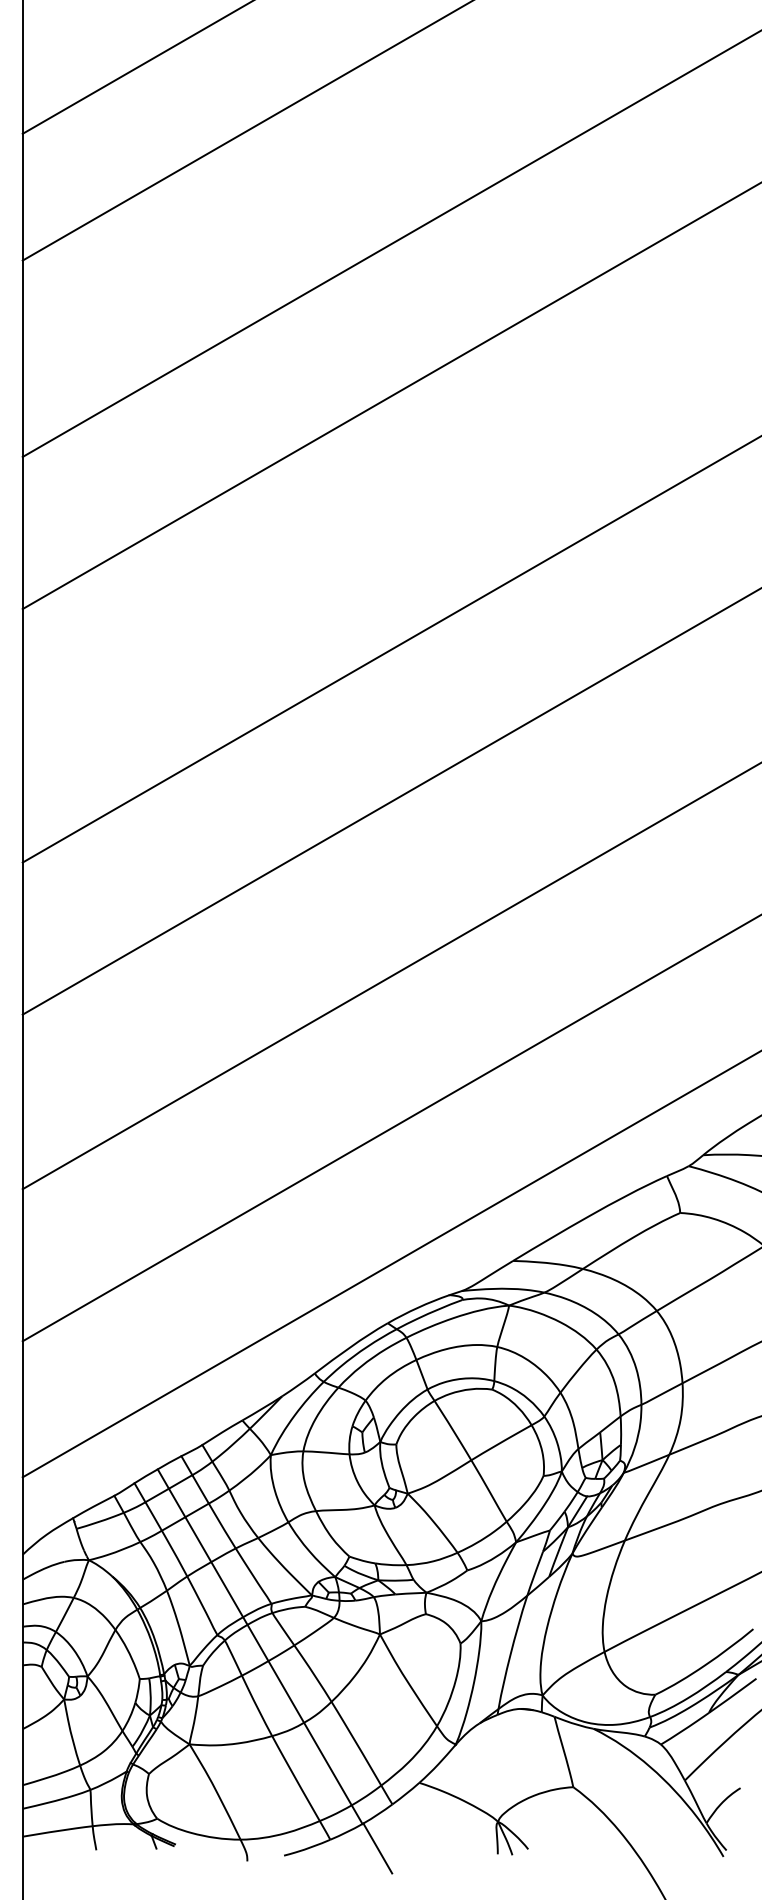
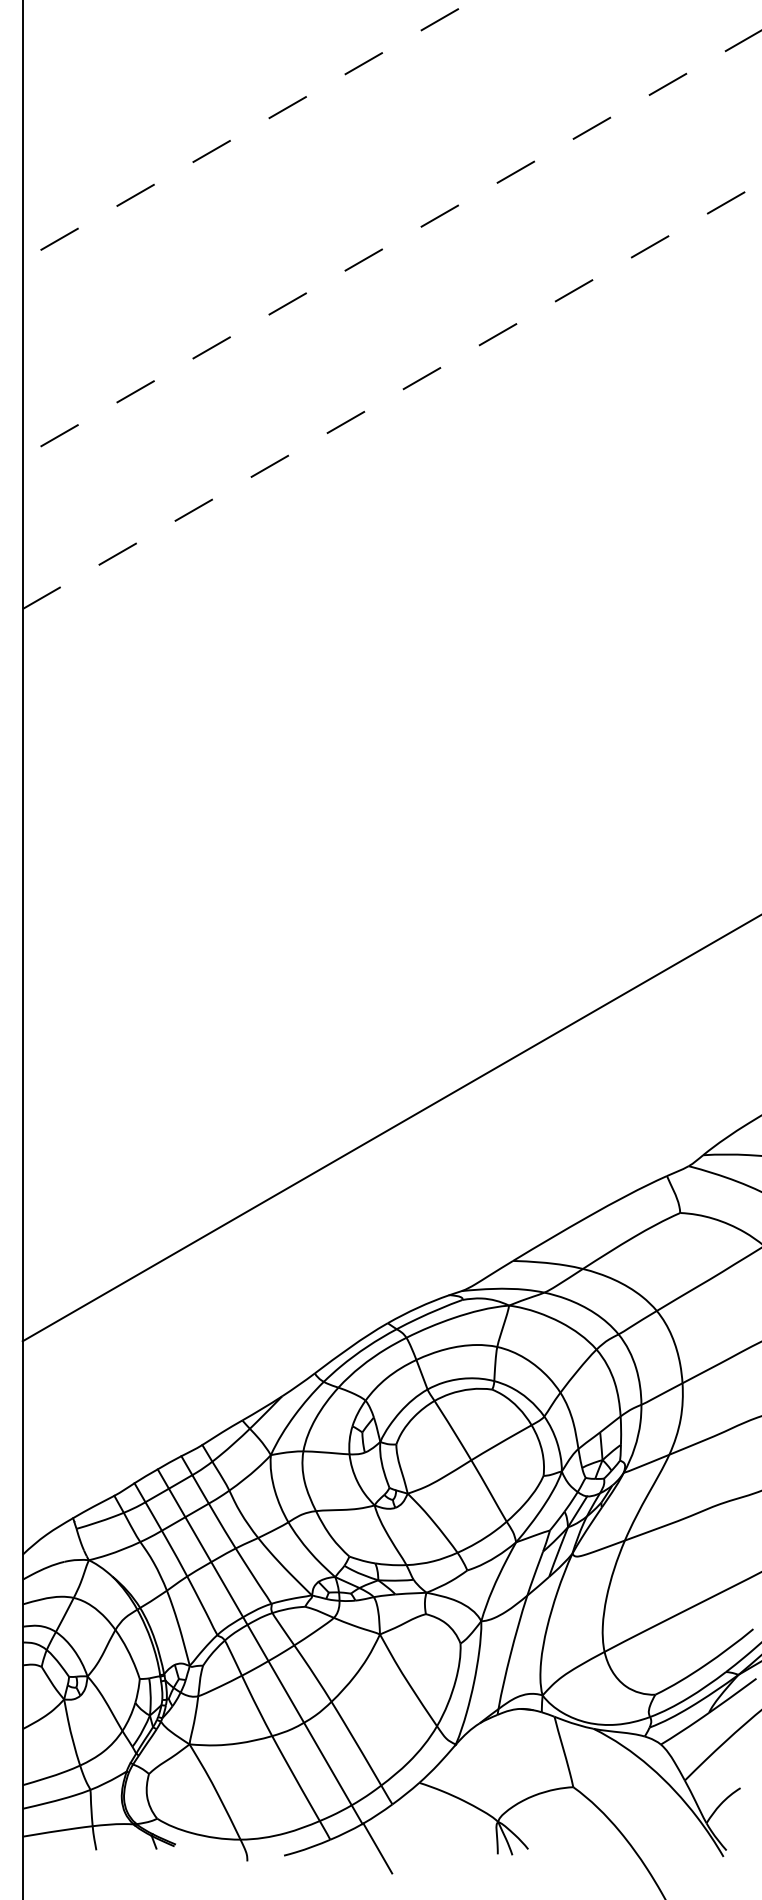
line at (136, 67): present -> none
line at (247, 130): solid -> dashed
line at (391, 244): solid -> dashed
line at (392, 395): solid -> dashed
line at (390, 649): present -> none
line at (390, 801): present -> none
line at (390, 976): present -> none
line at (390, 1264): present -> none
